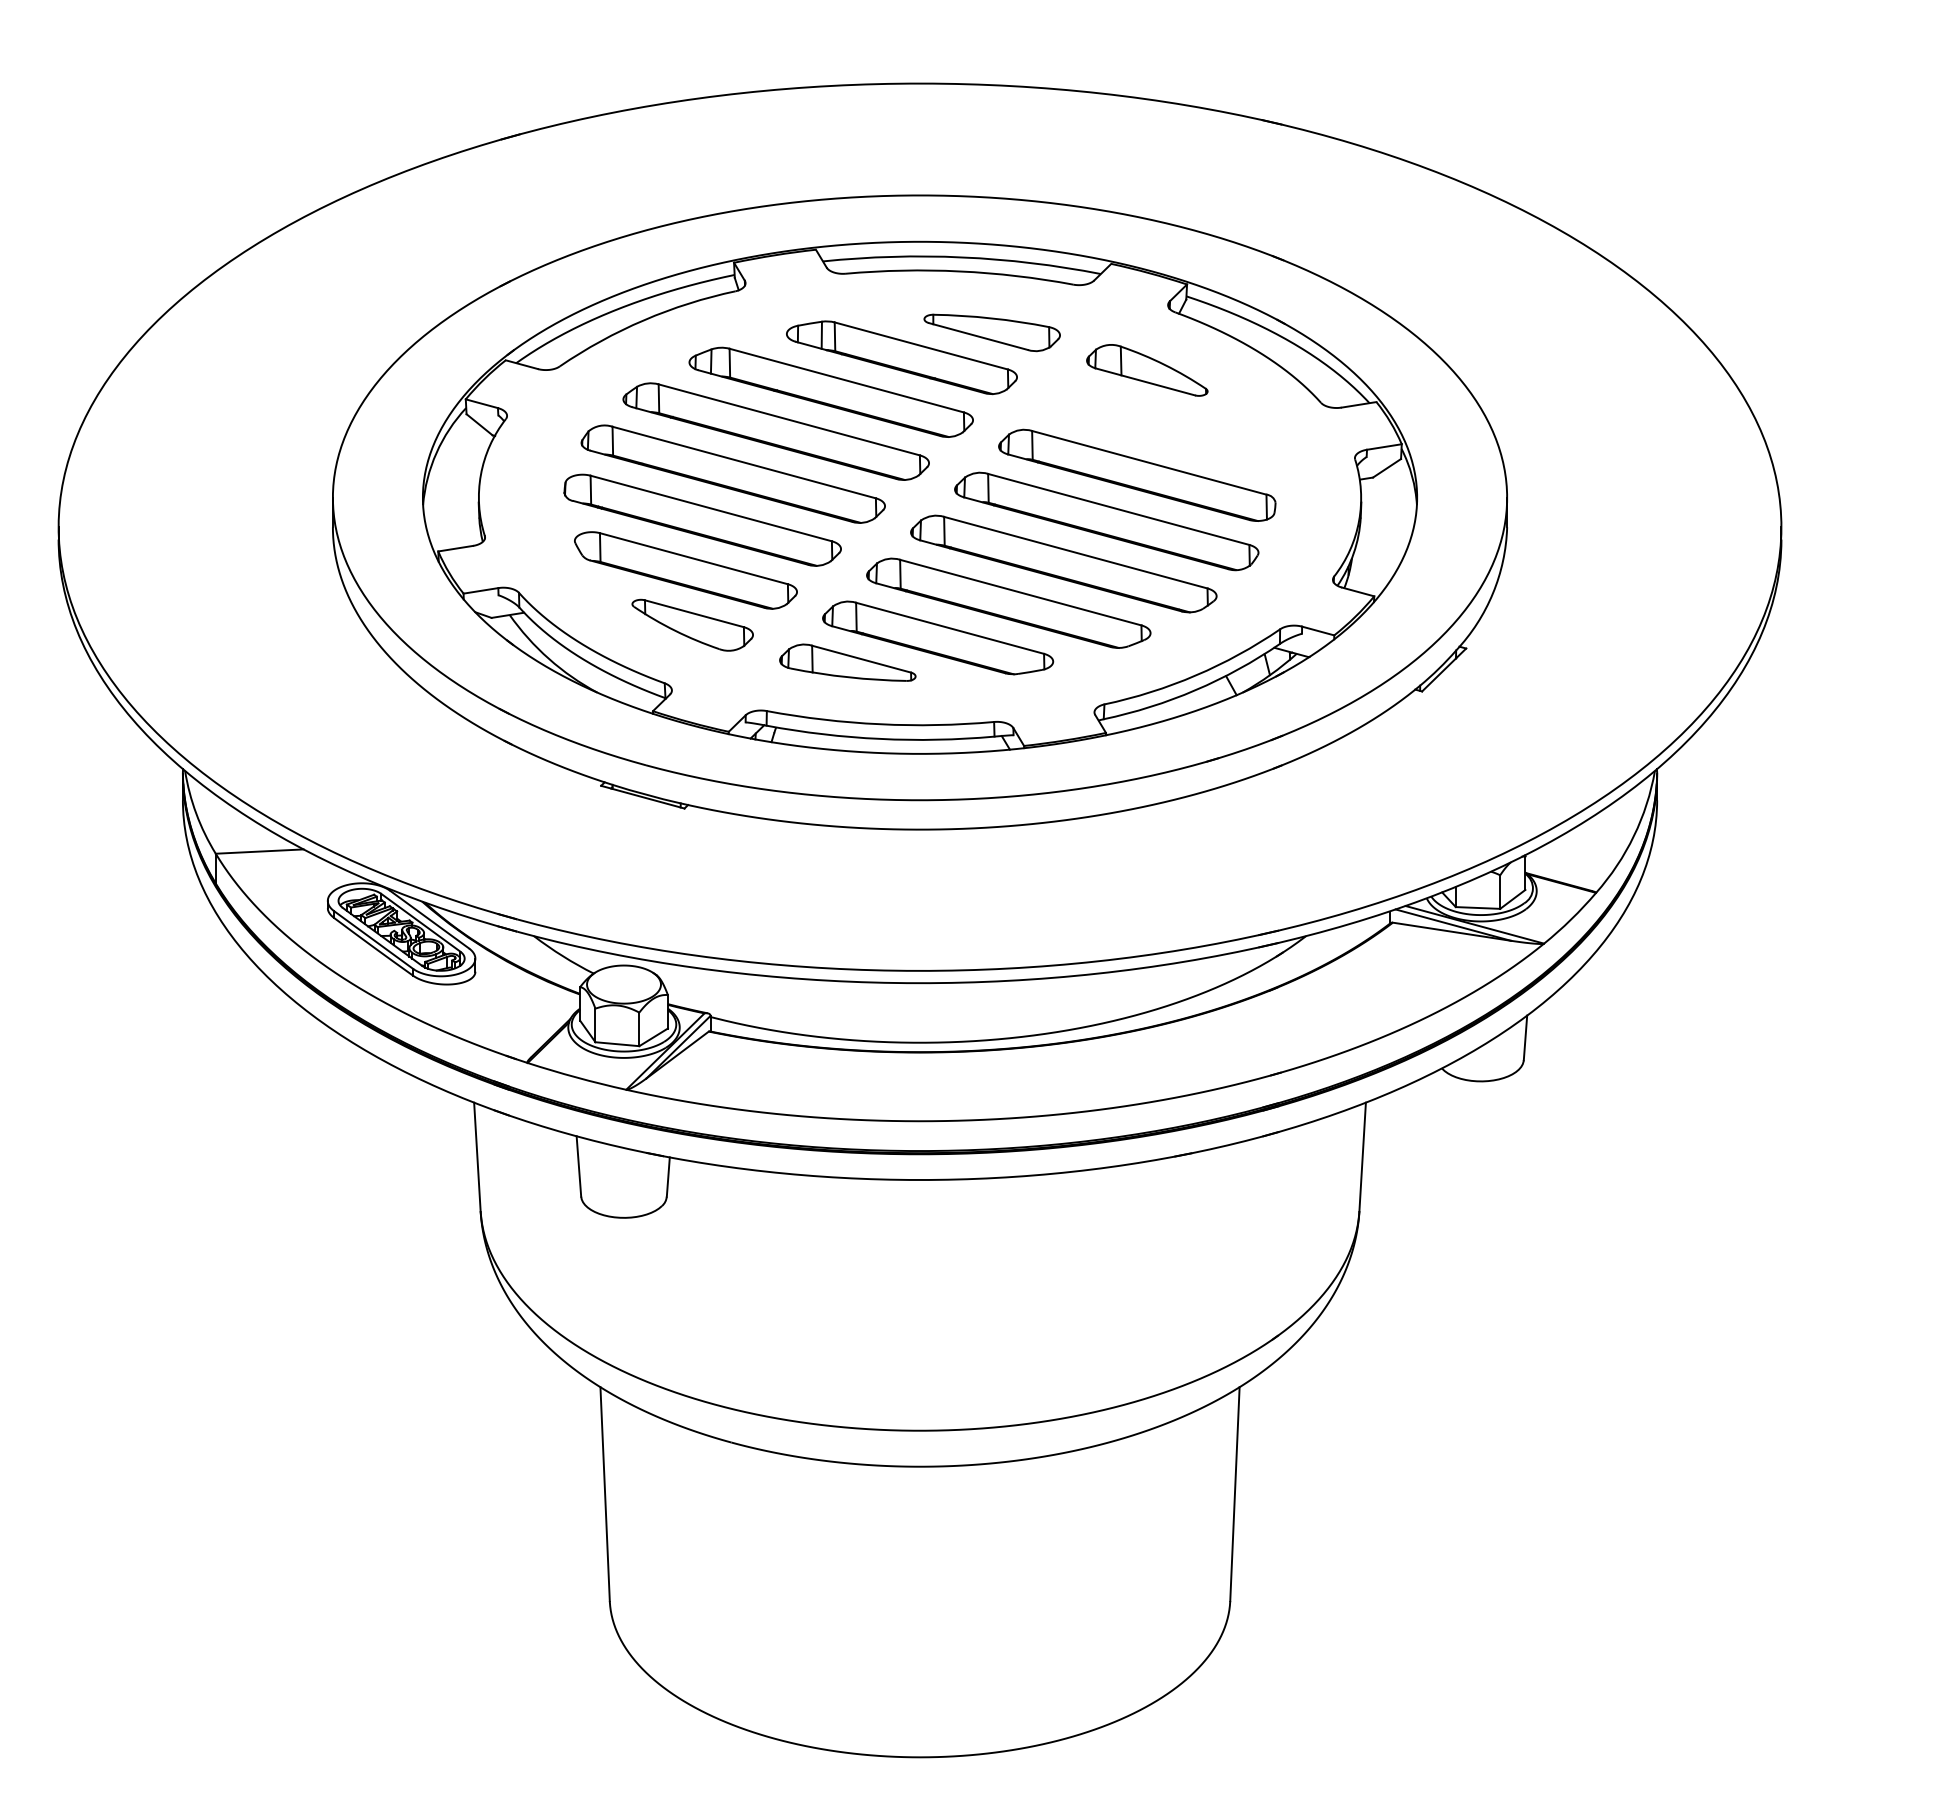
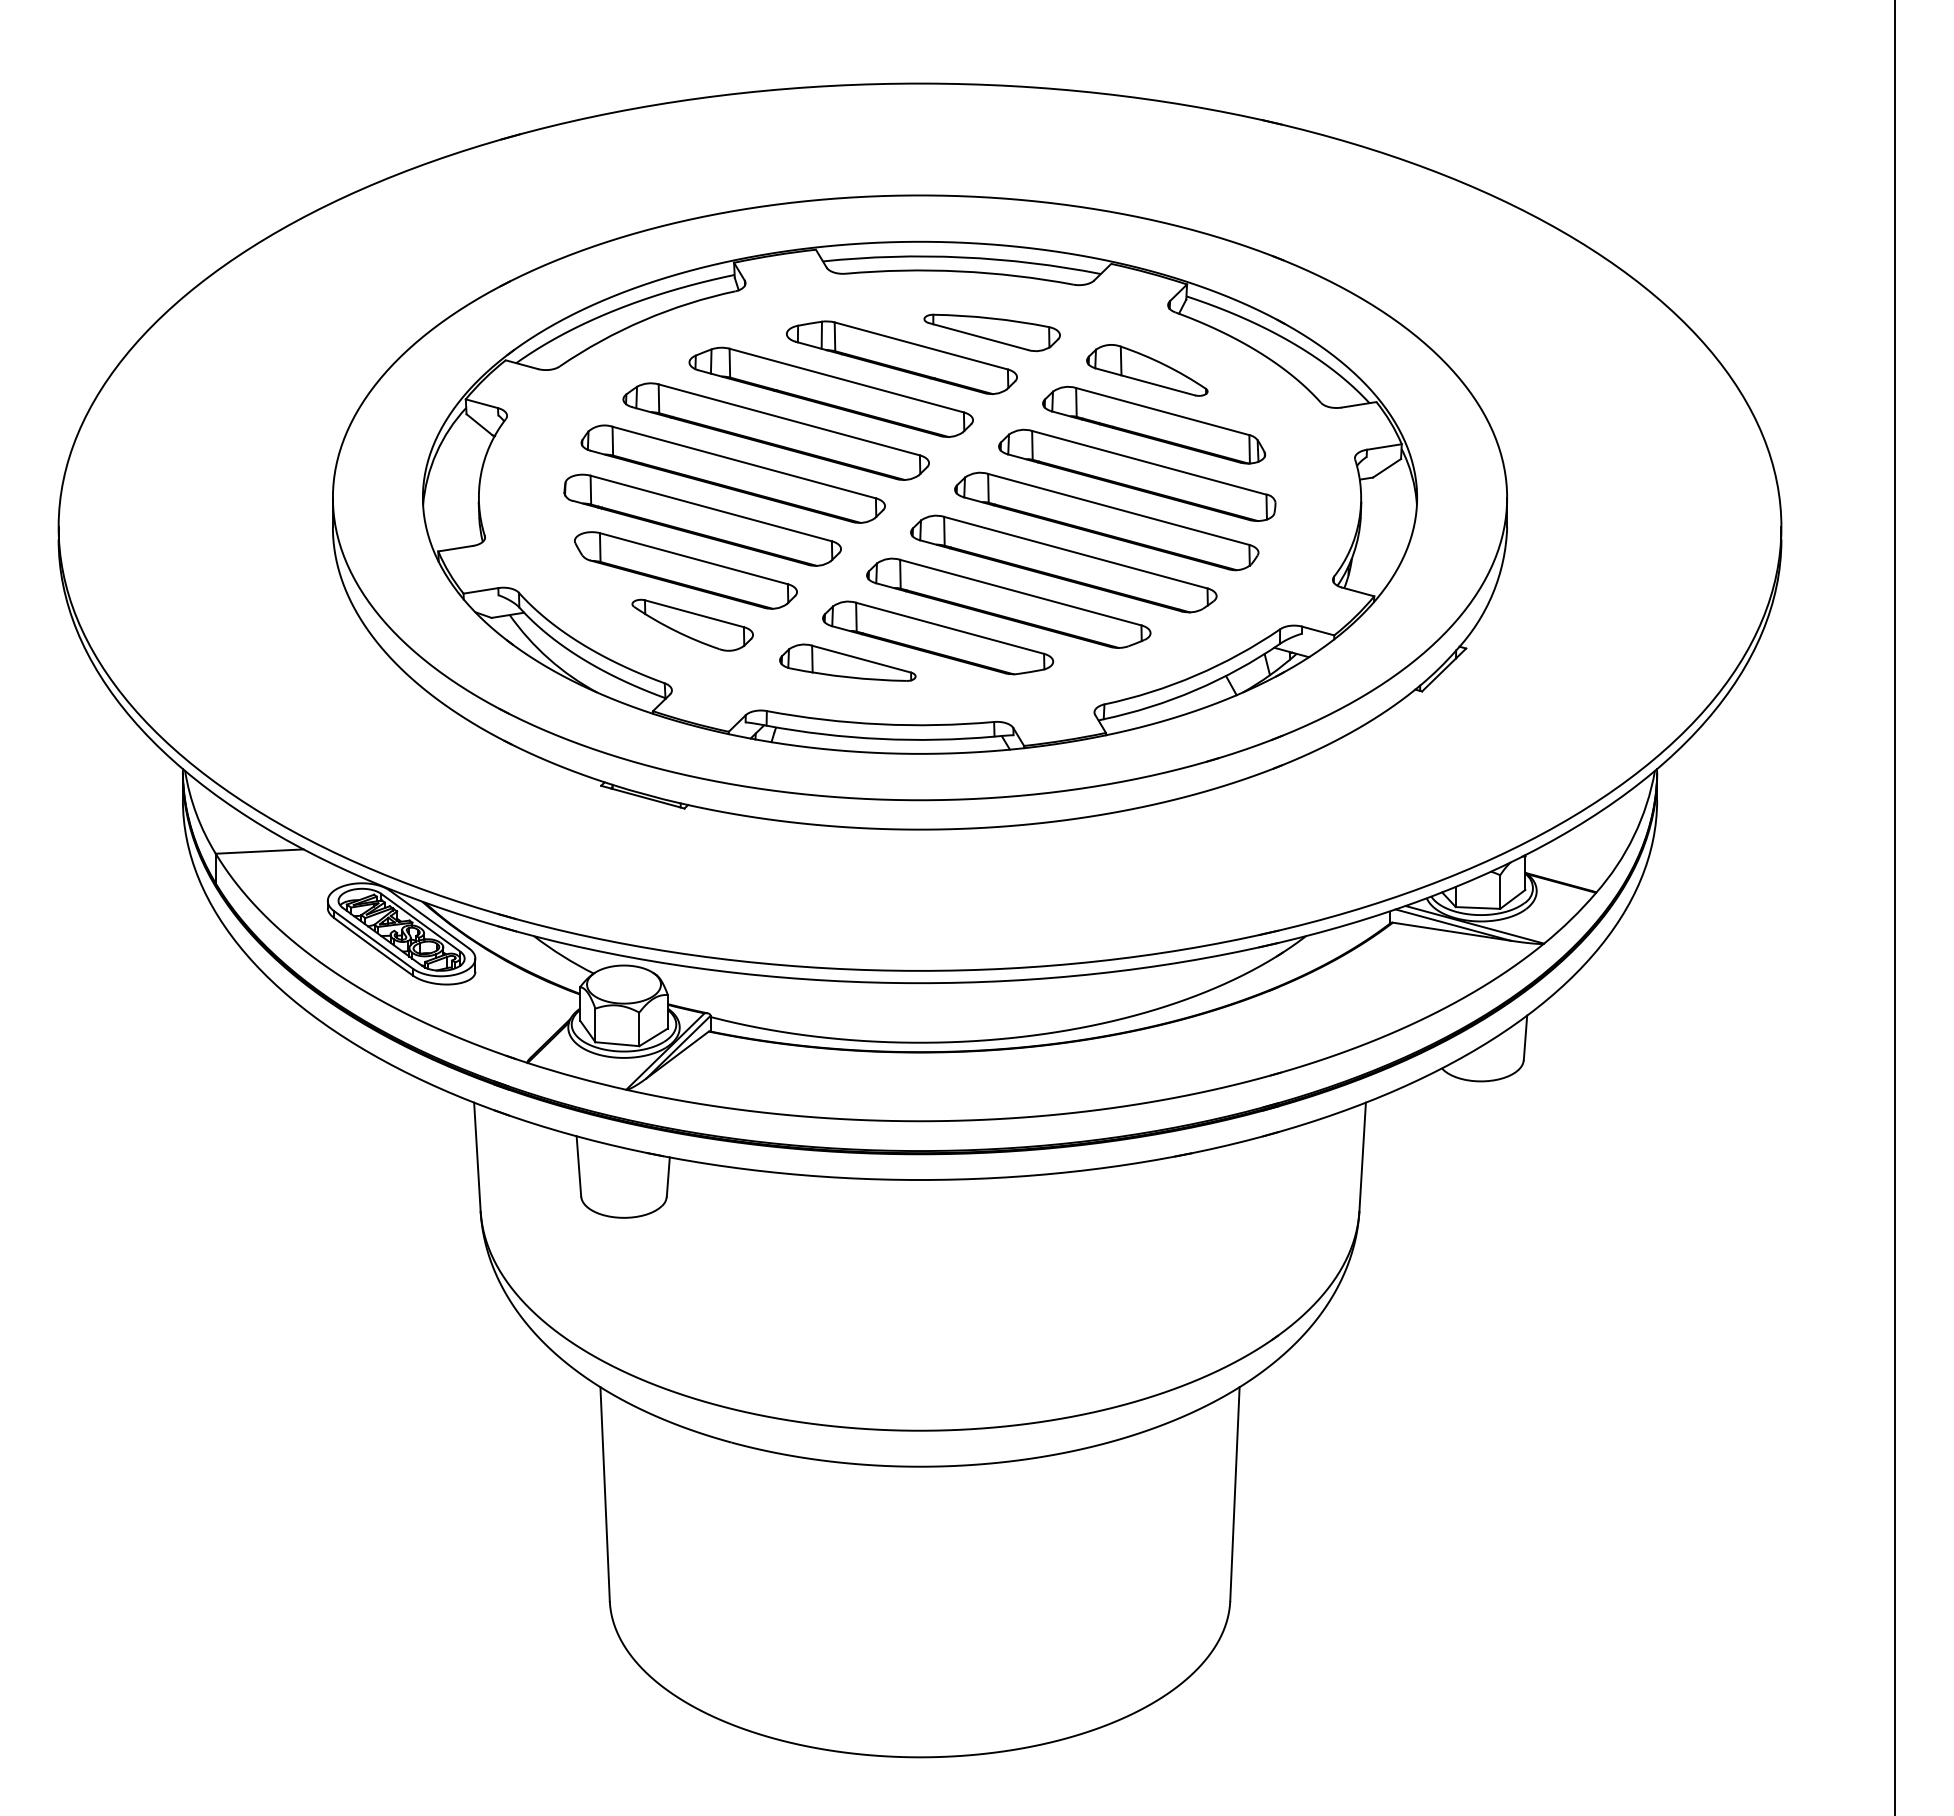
part at (1154, 424): none -> present
line at (1895, 907): none -> present
